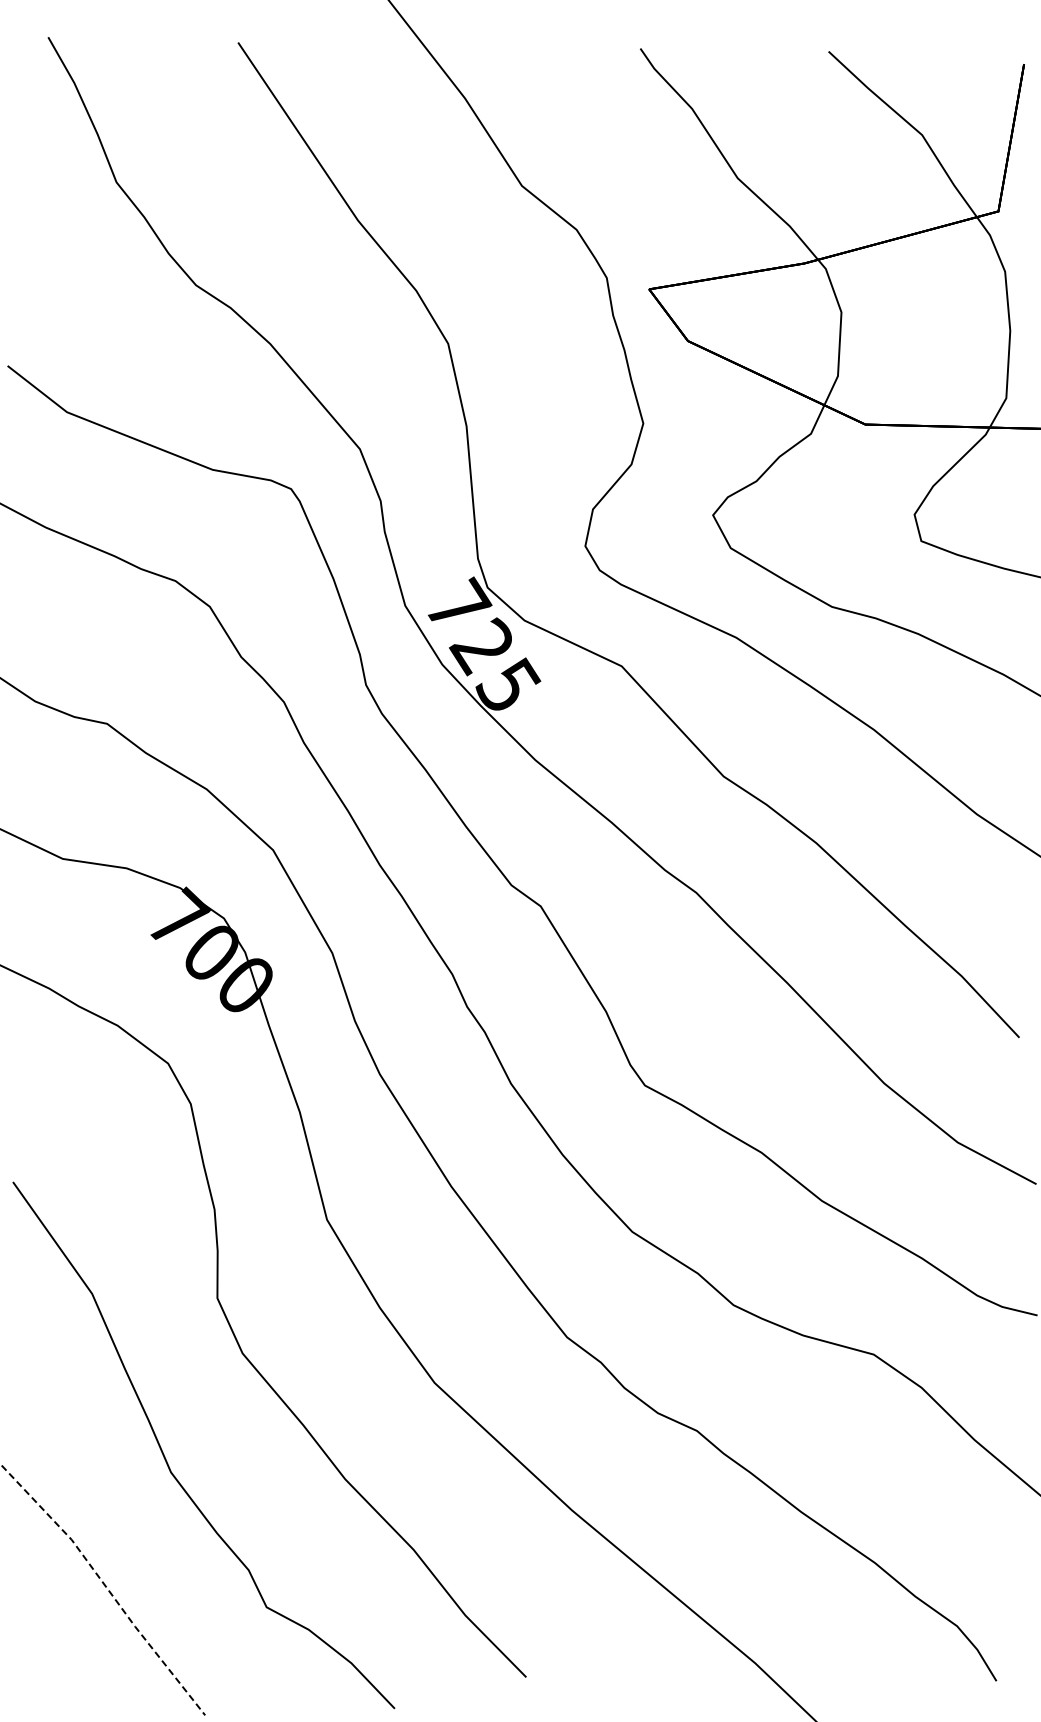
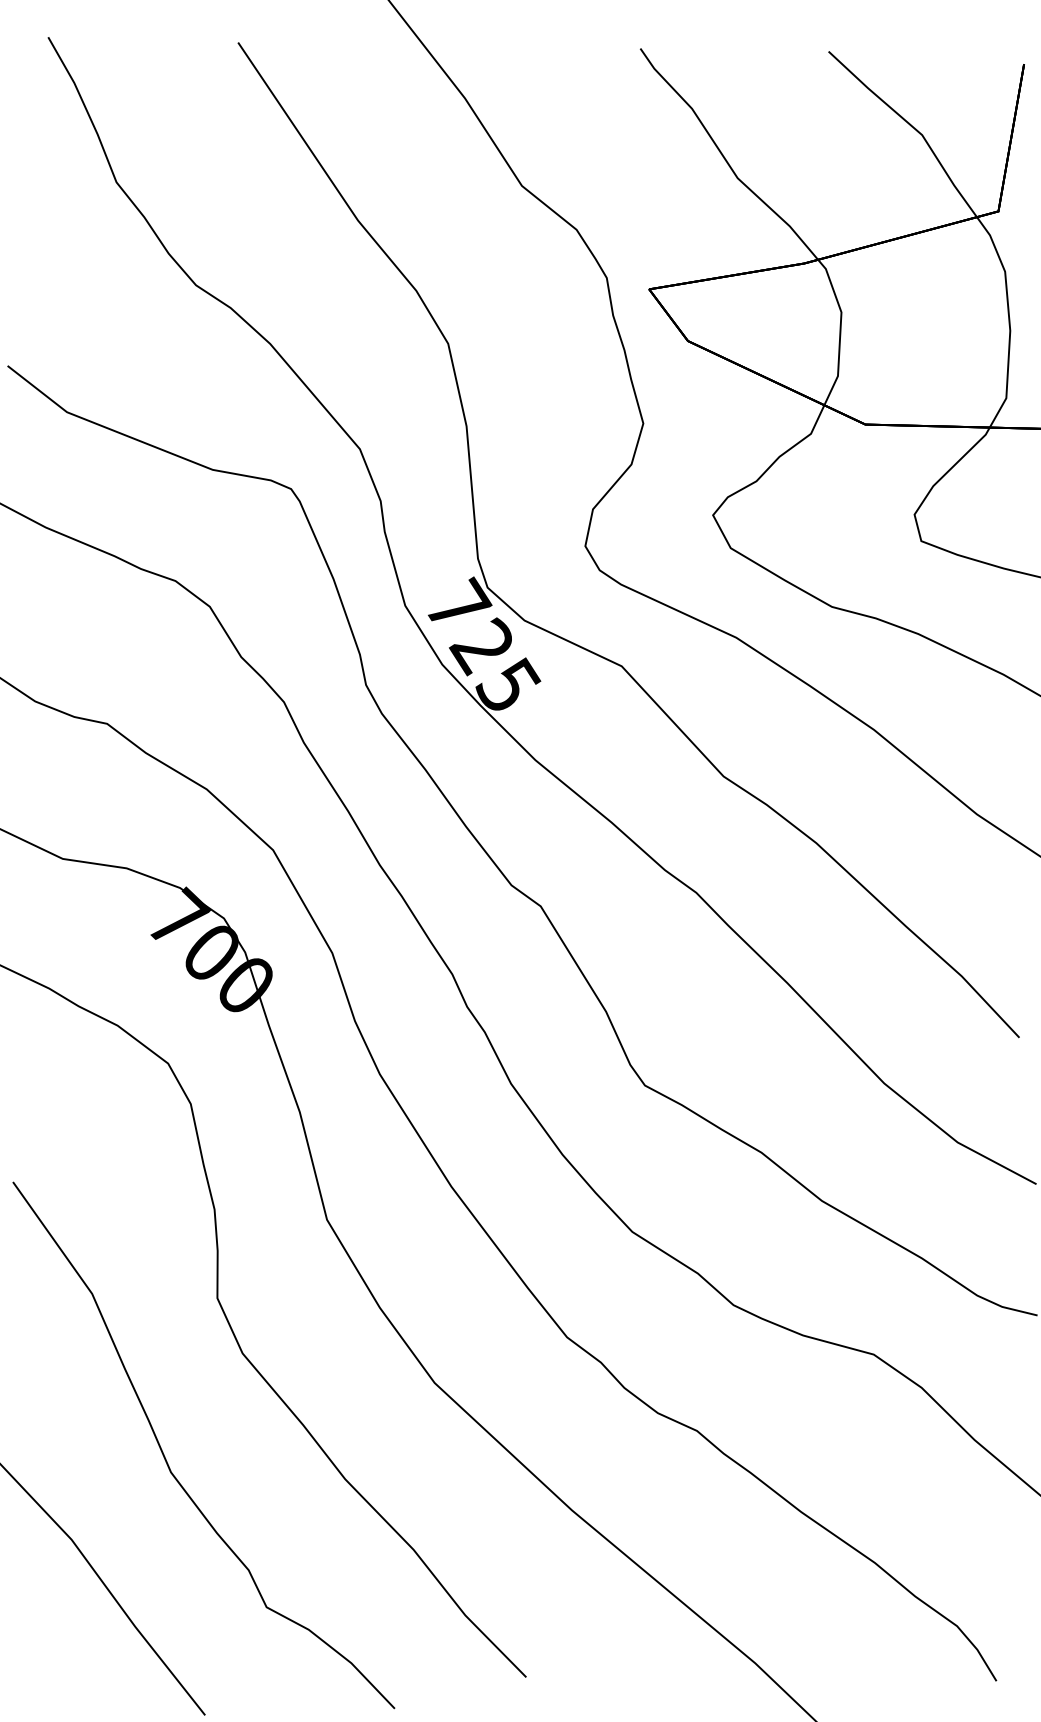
line at (105, 1586): dashed -> solid
